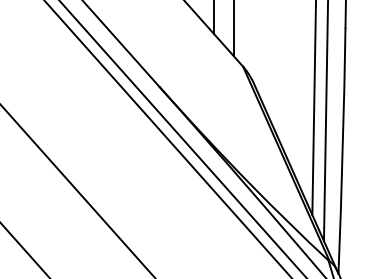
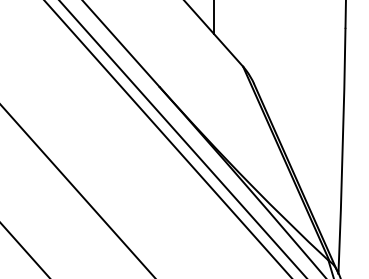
line at (233, 29): present -> none
line at (313, 108): present -> none
line at (325, 121): present -> none
